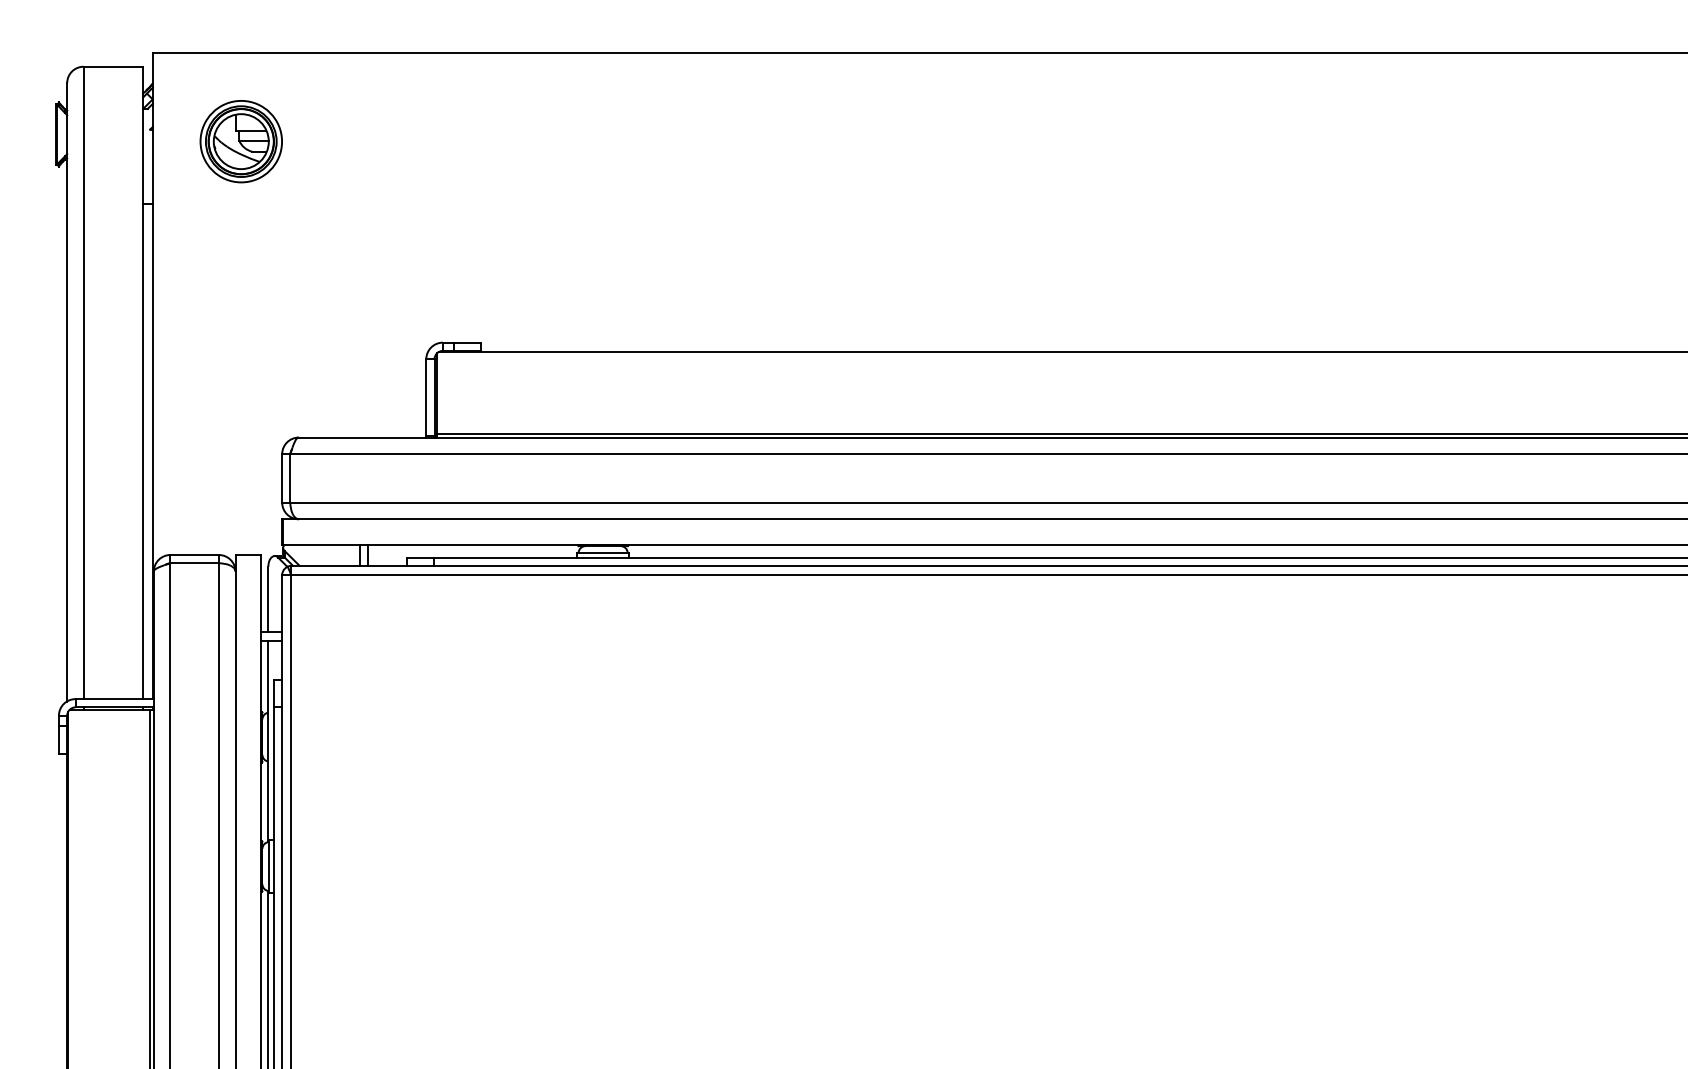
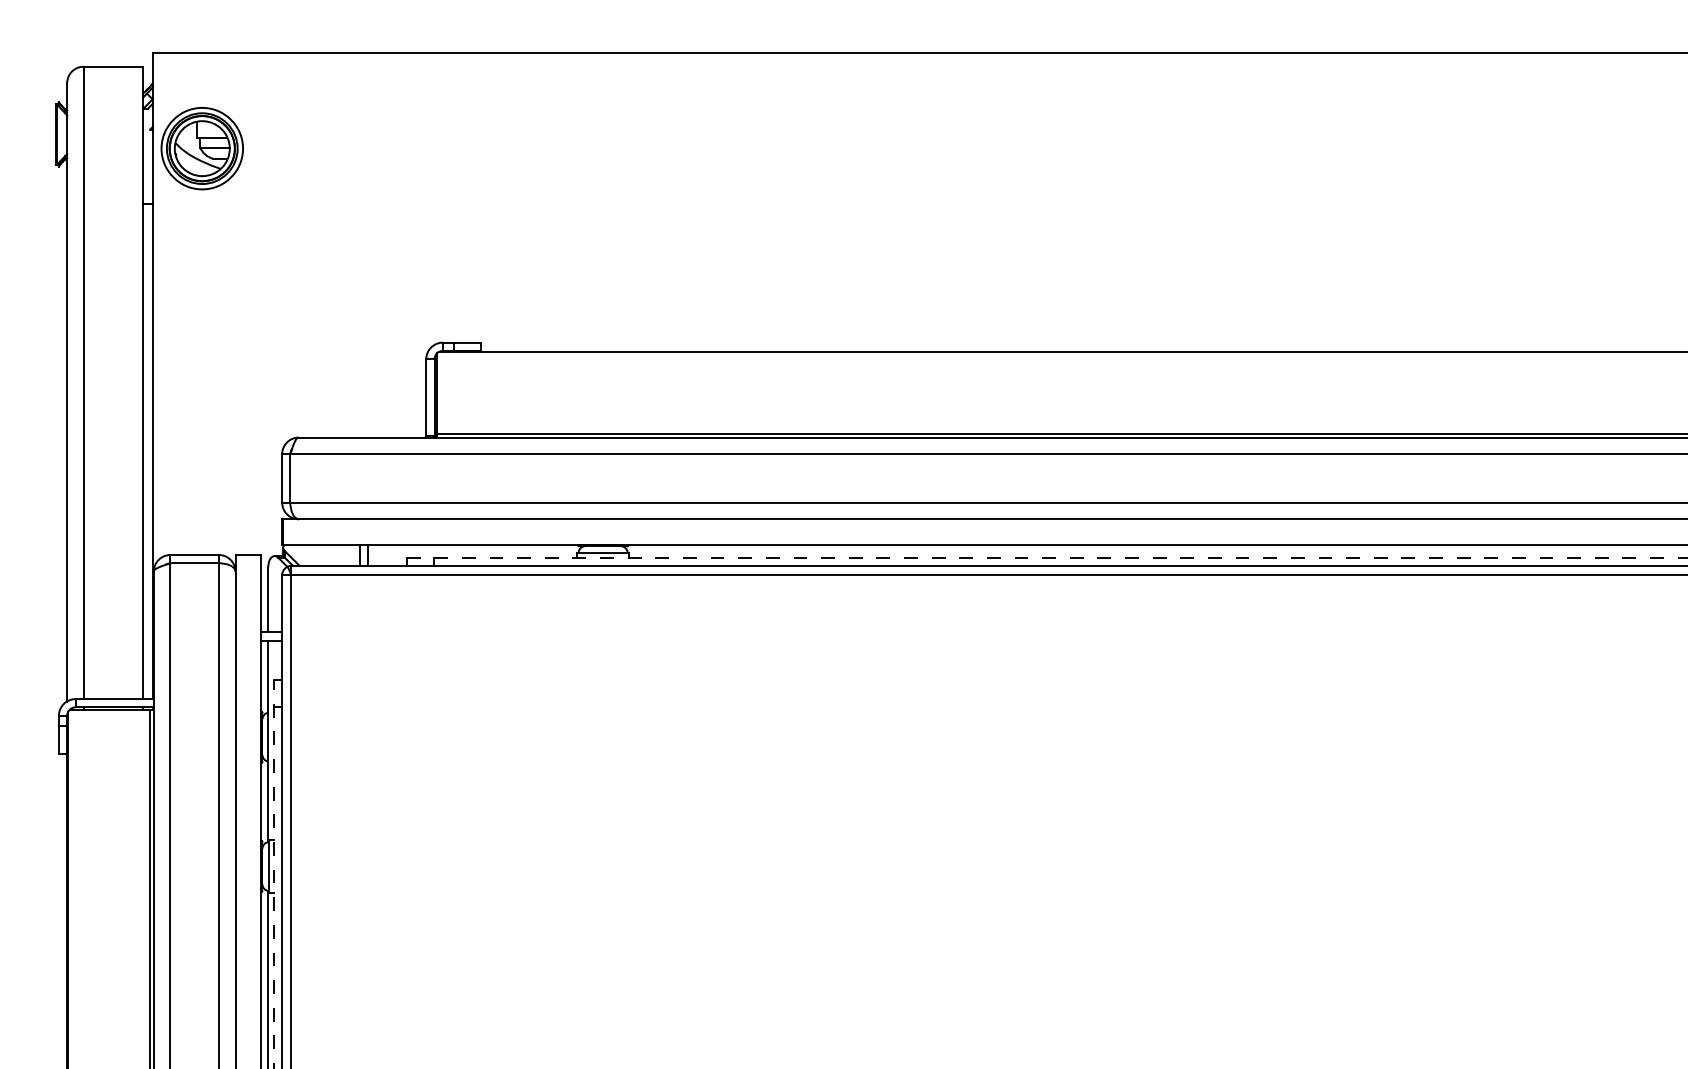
part at (240, 141) position: (240, 141) -> (201, 148)
line at (1047, 557): solid -> dashed
line at (273, 873): solid -> dashed
